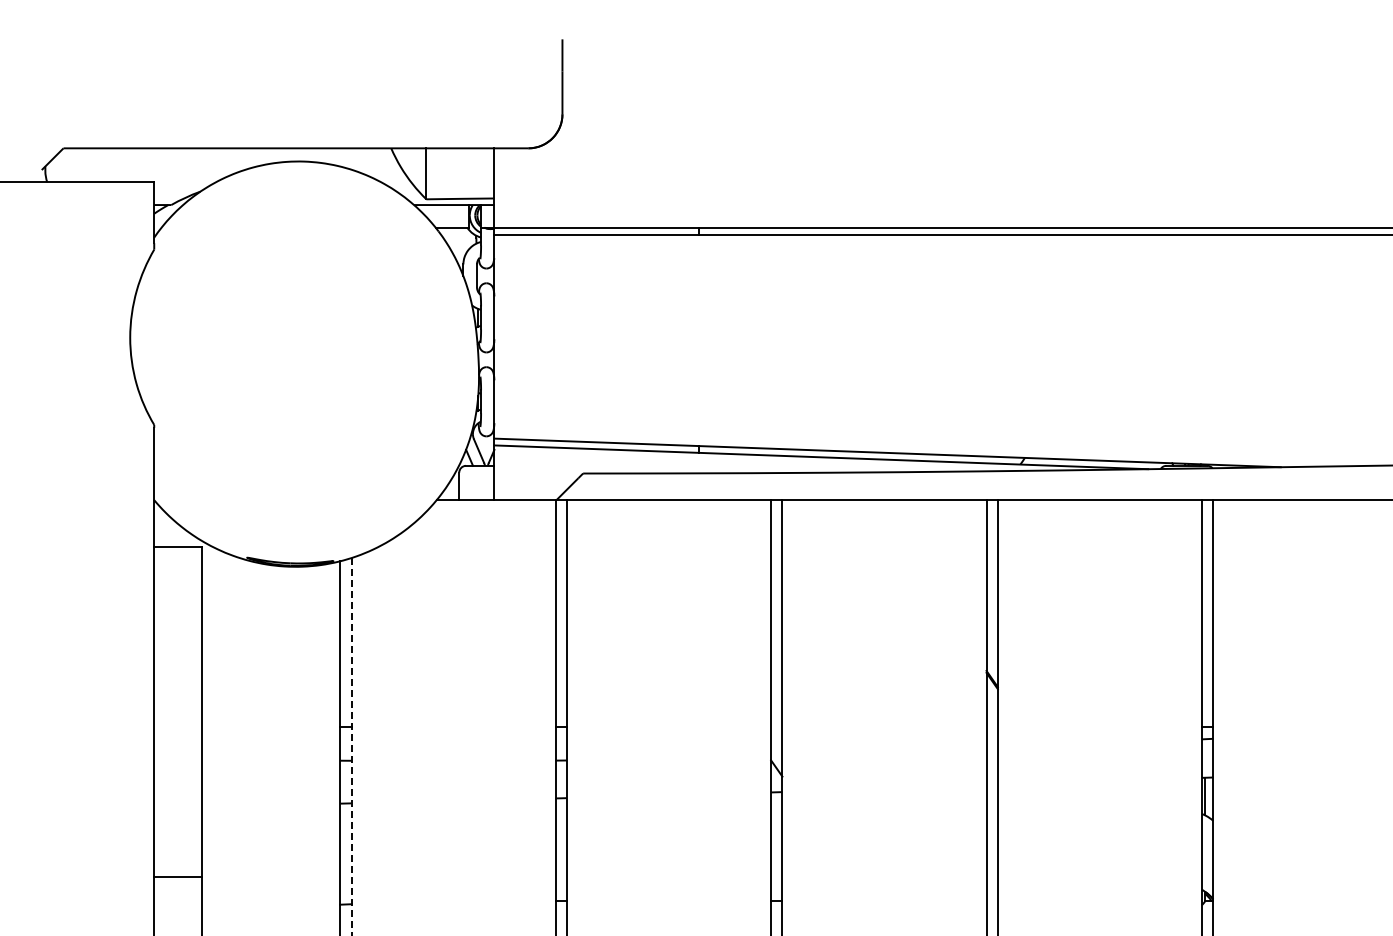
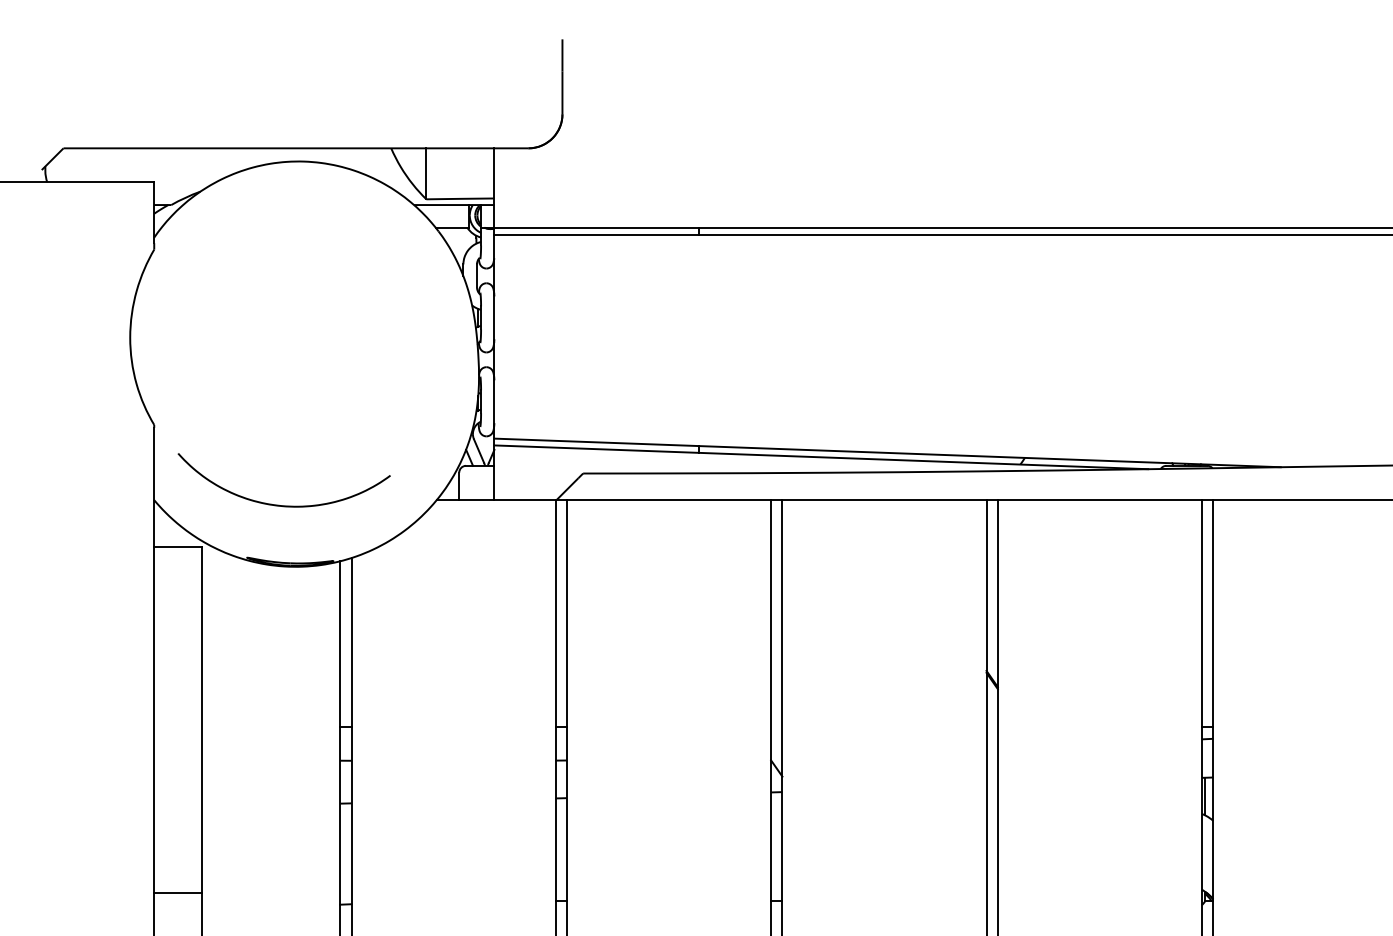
part at (279, 504): none -> present
line at (351, 746): dashed -> solid
line at (177, 877) position: (177, 877) -> (177, 893)
